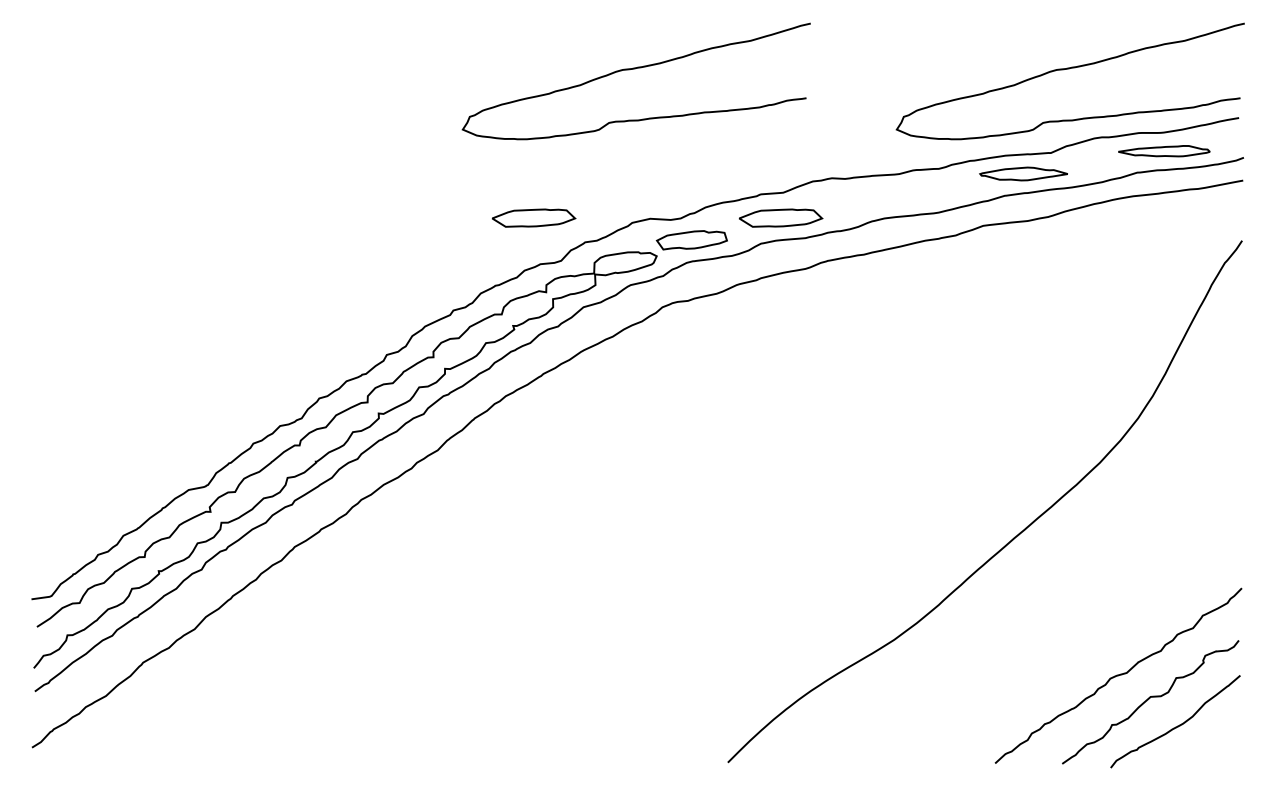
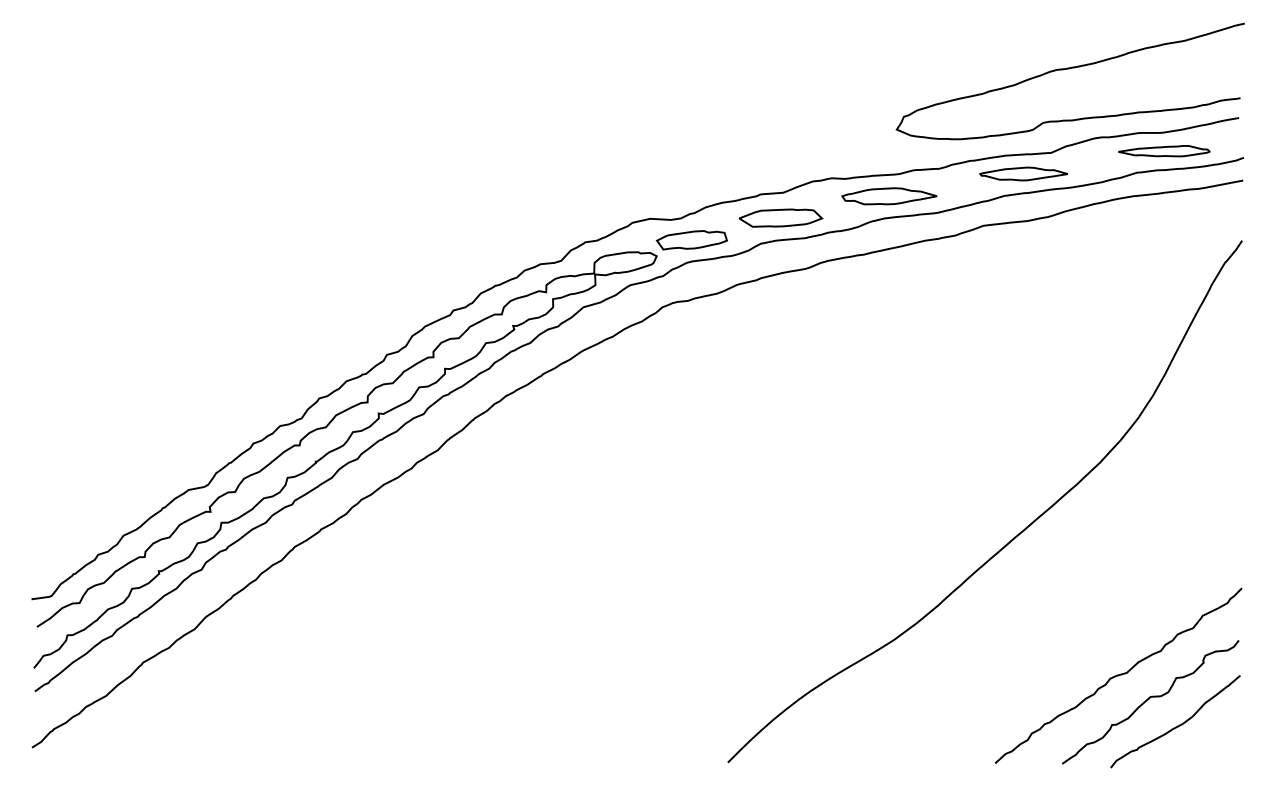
curve at (635, 69): present -> none
part at (889, 196): none -> present
part at (533, 217): present -> none
